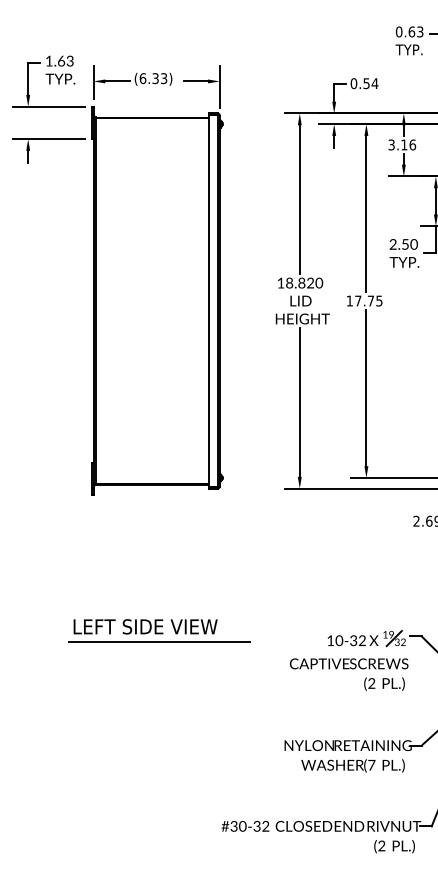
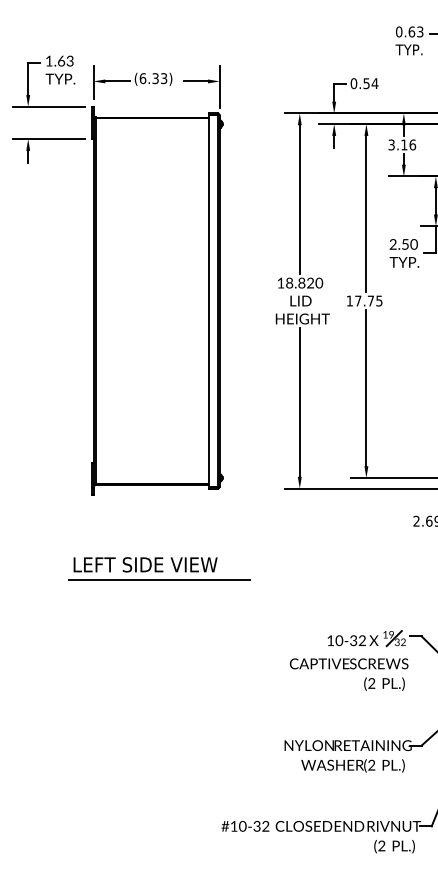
part at (159, 630) position: (159, 630) -> (159, 568)
text at (371, 764): (7 -> (2
text at (233, 826): #30-32 -> #10-32
